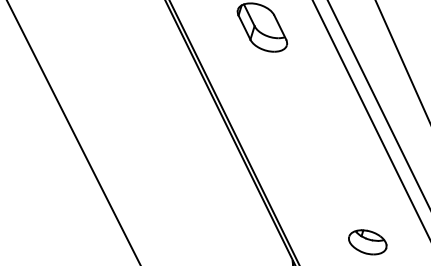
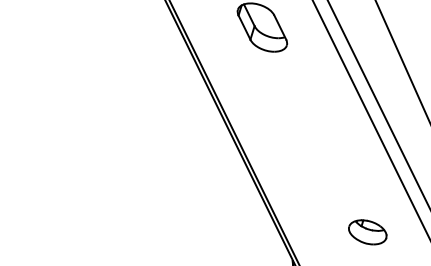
line at (73, 132): present -> none
part at (367, 242) position: (367, 242) -> (367, 232)
